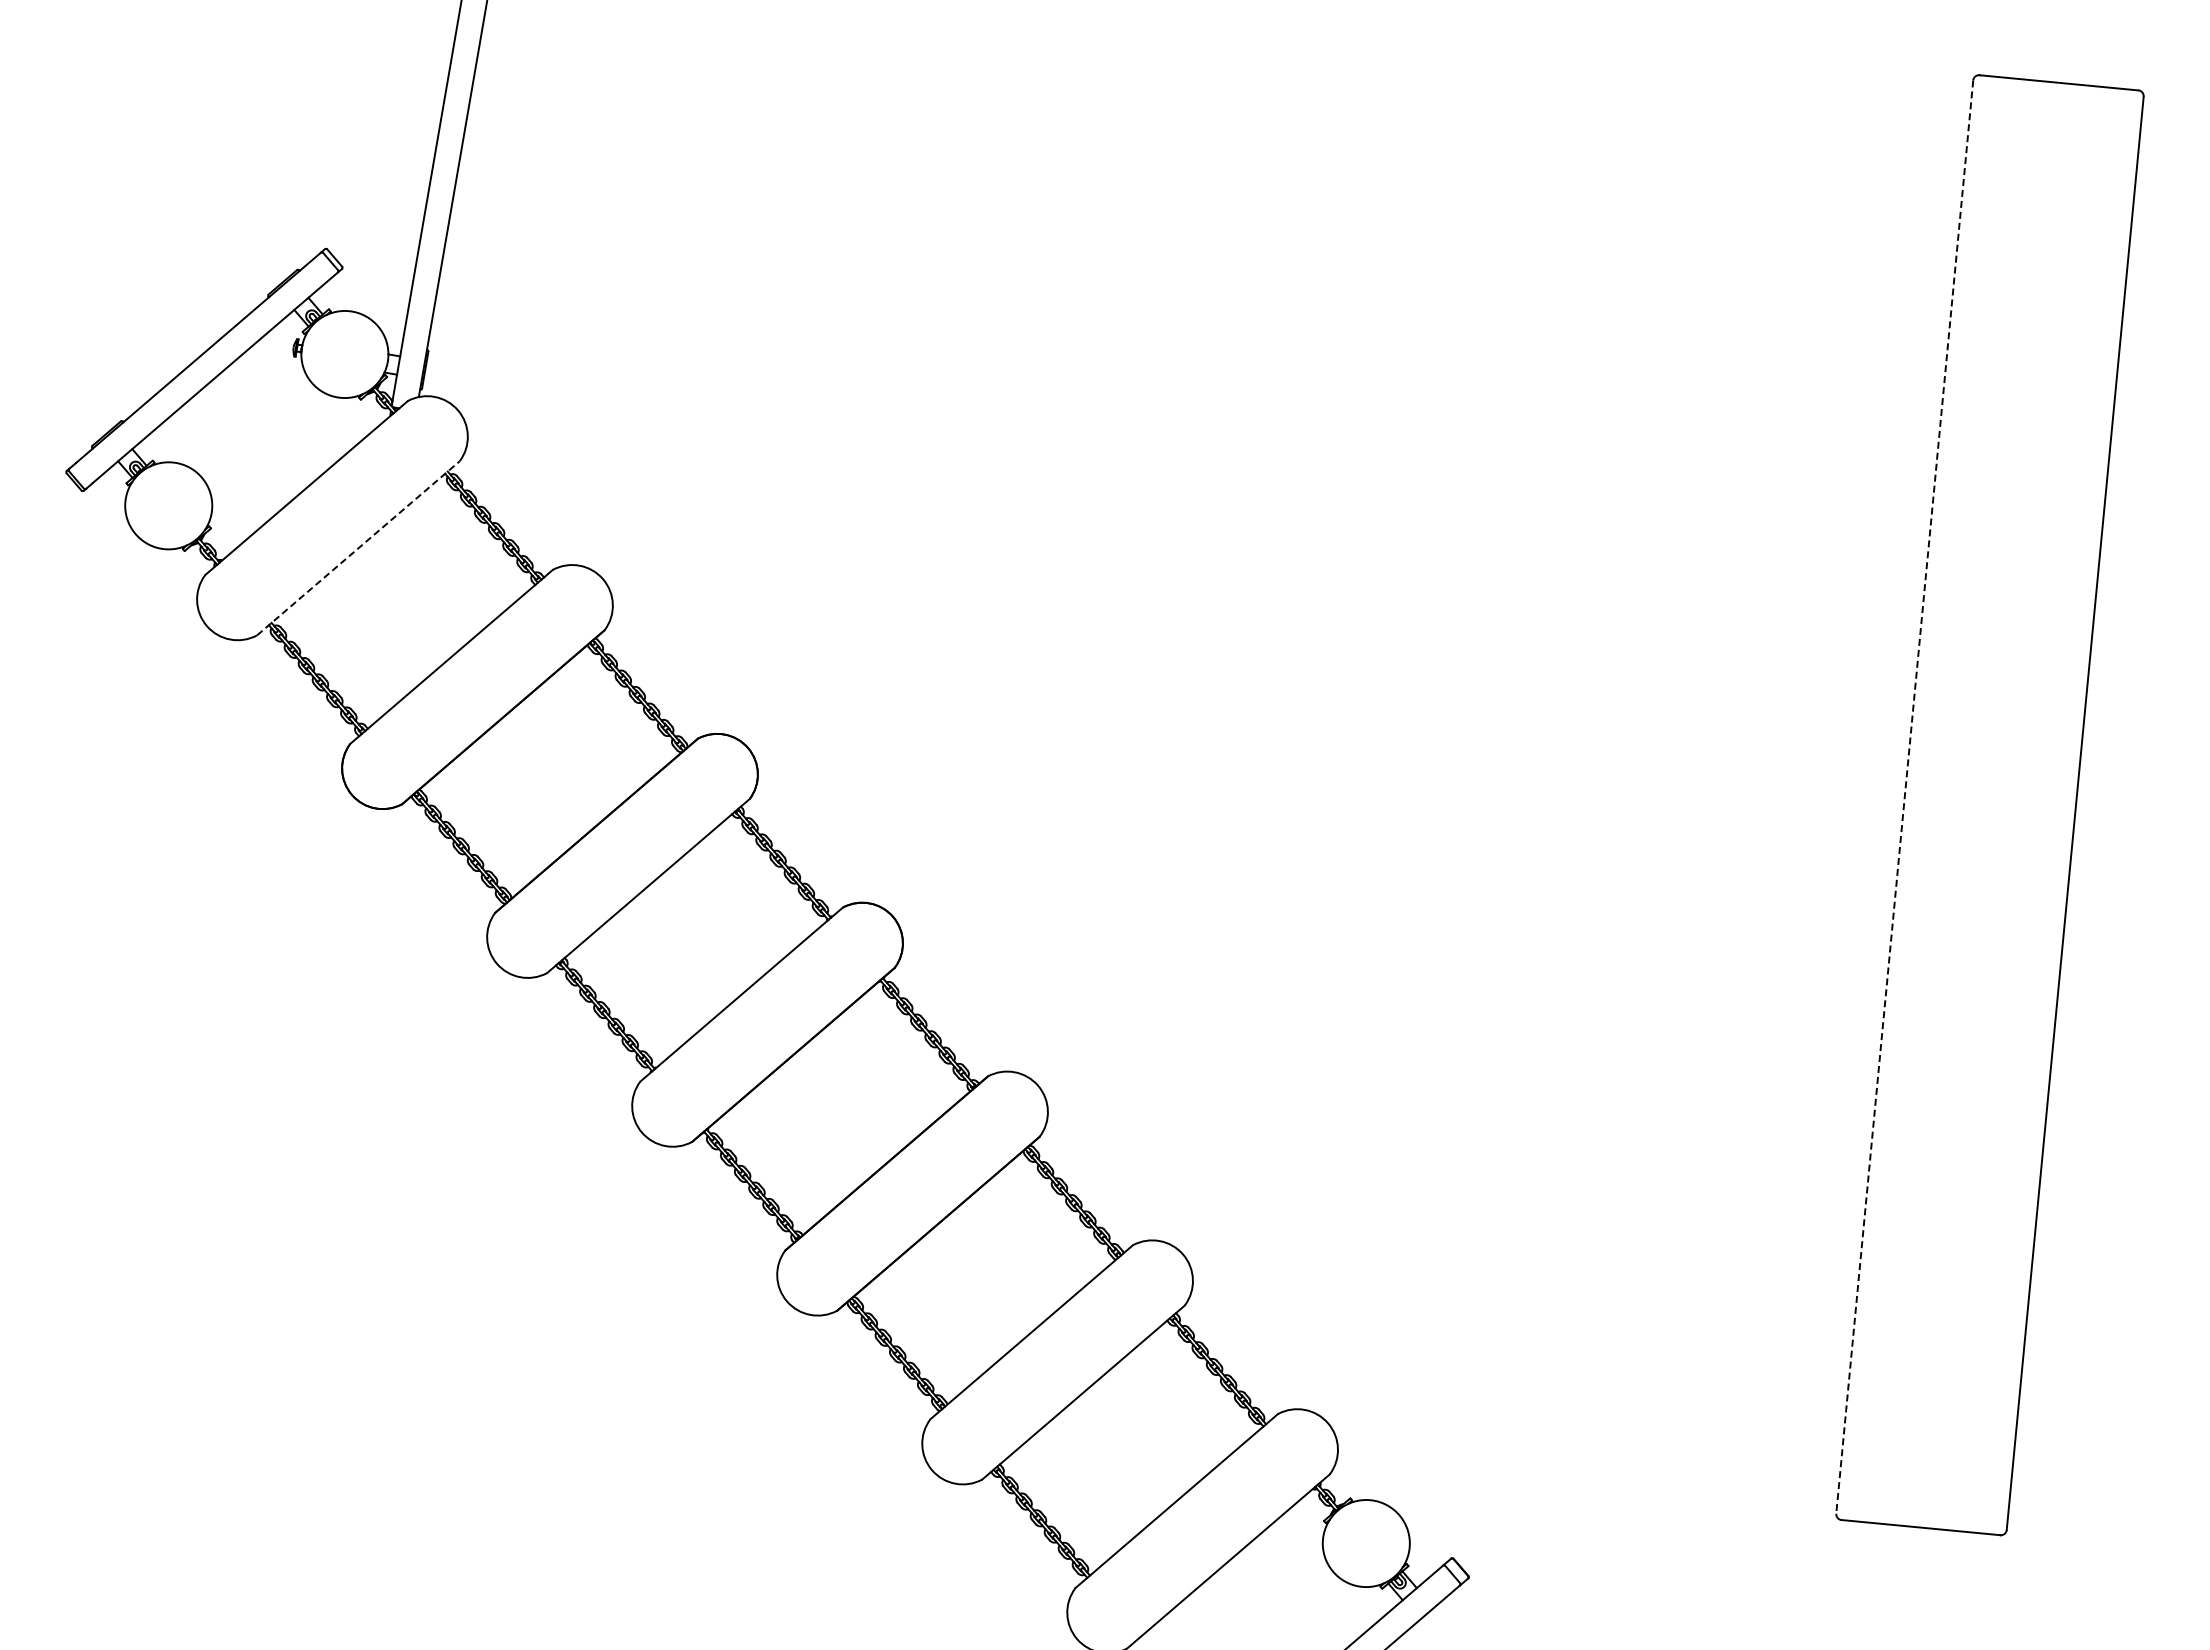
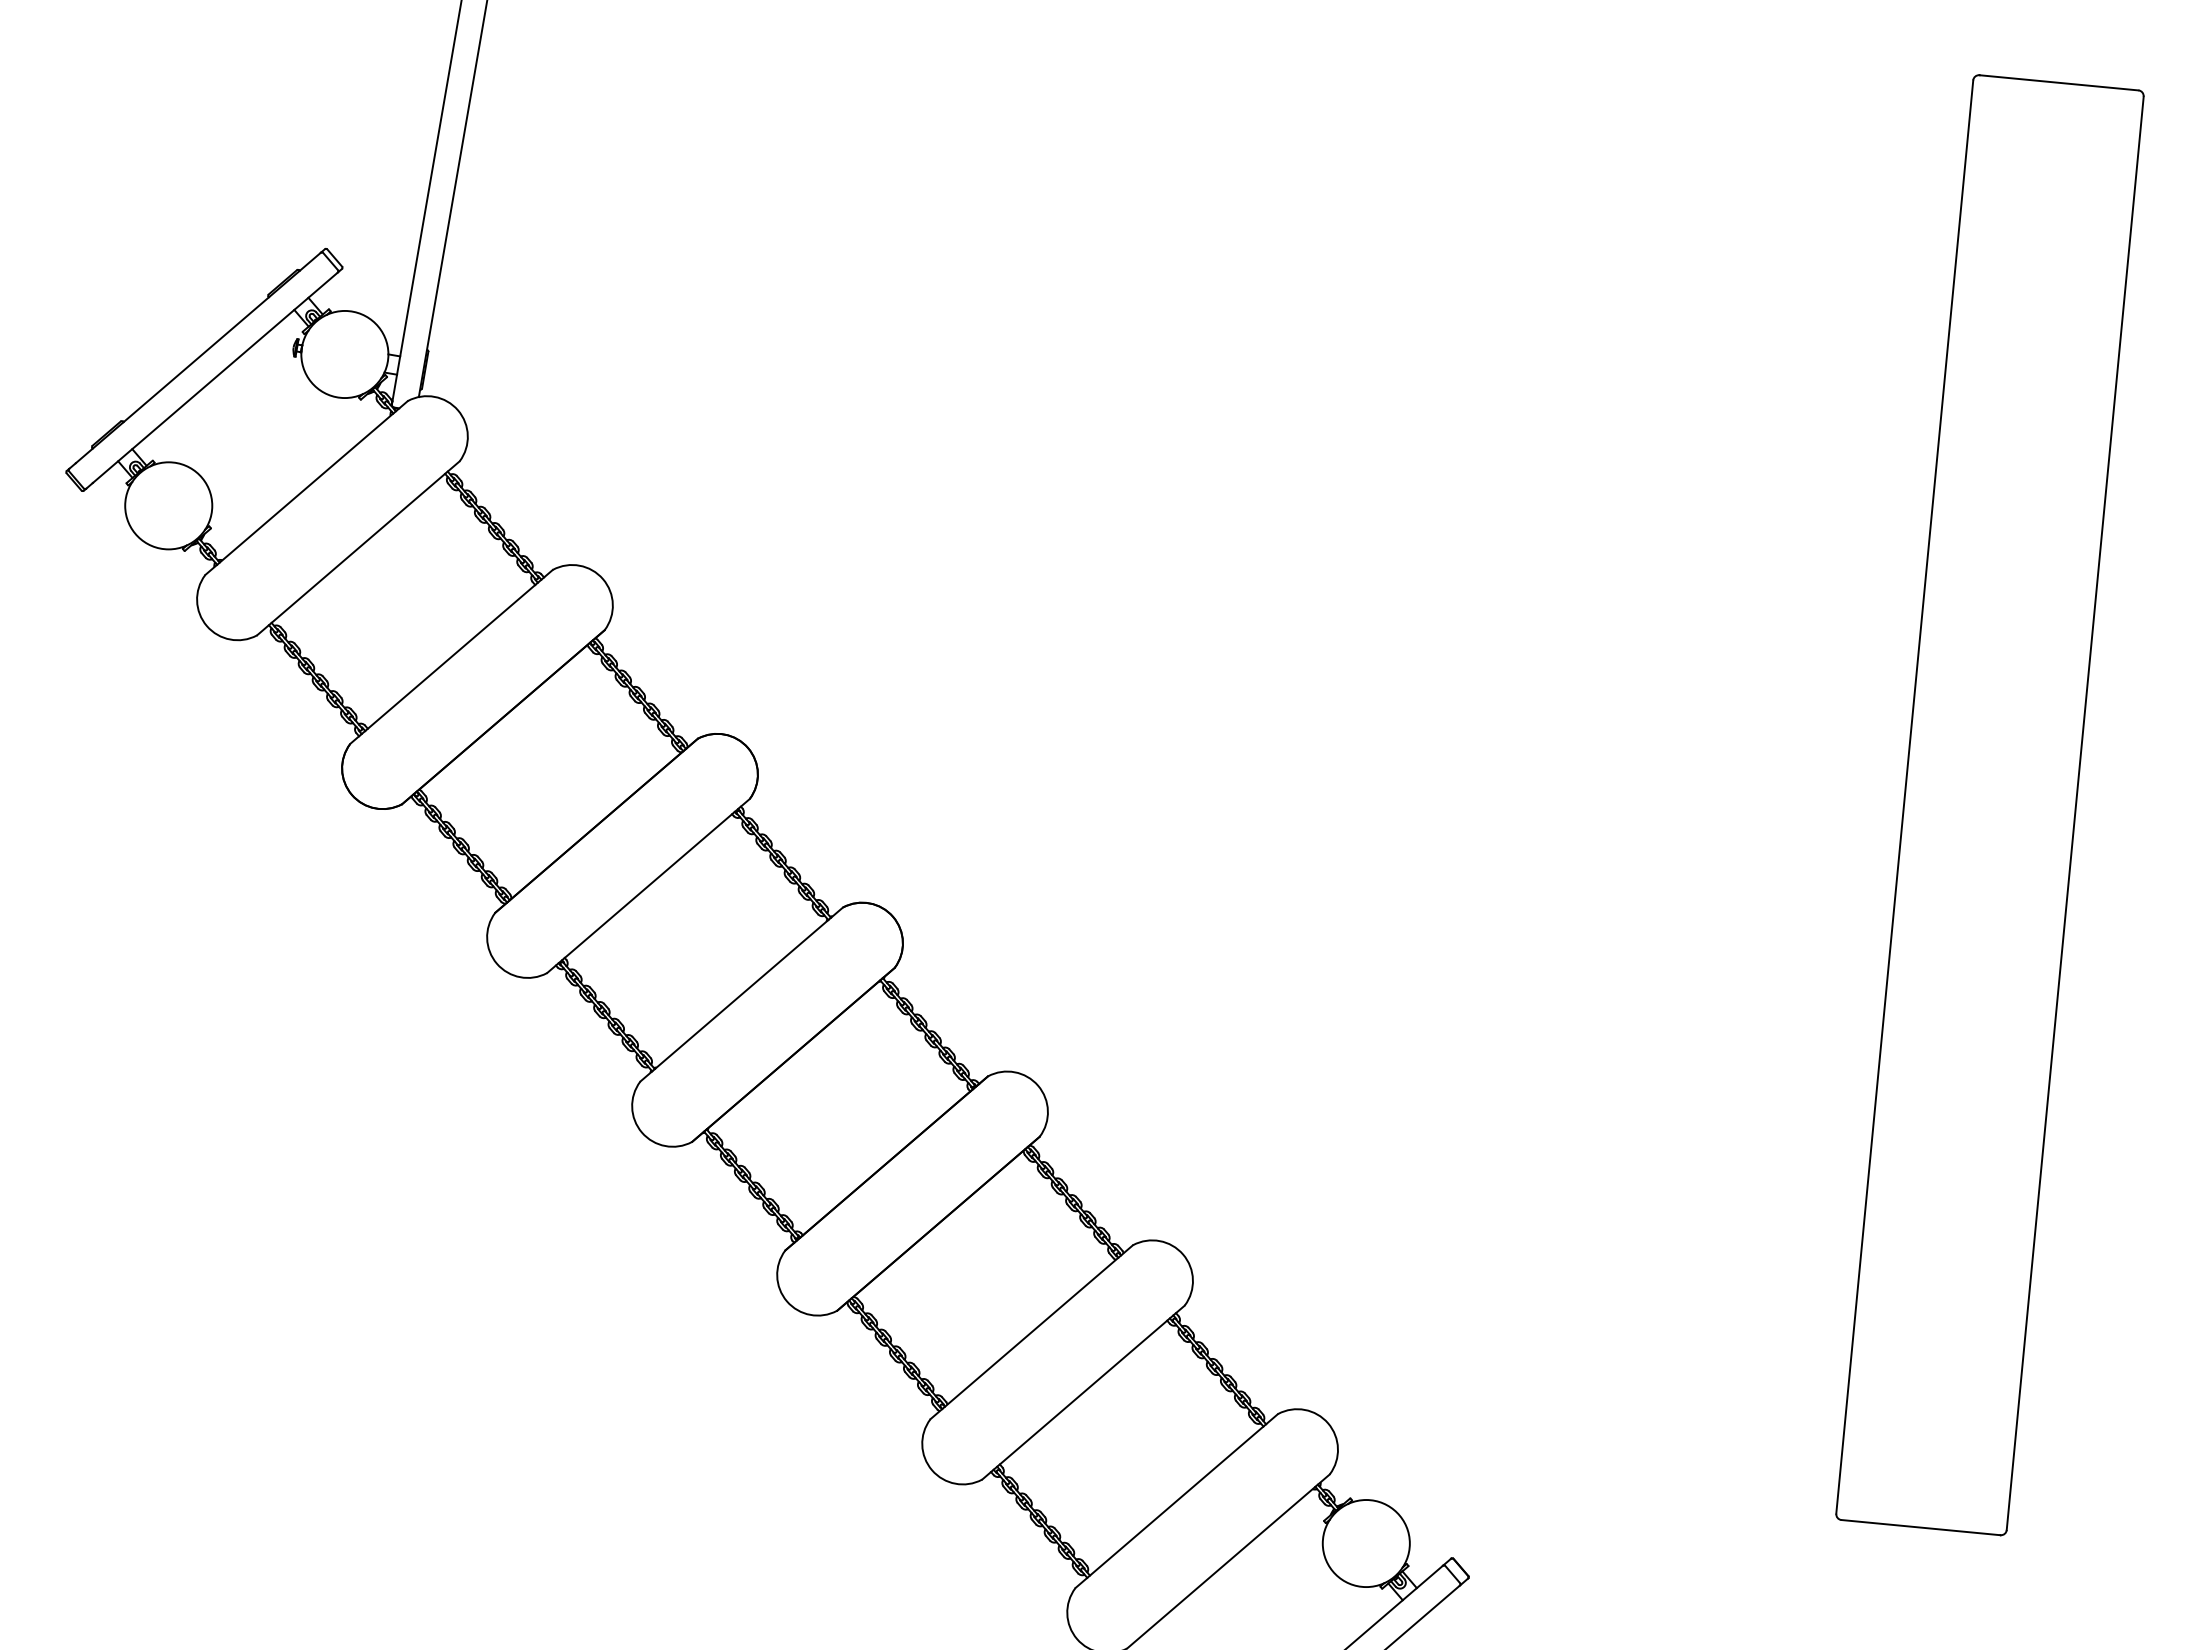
line at (358, 548): dashed -> solid
line at (1904, 797): dashed -> solid
